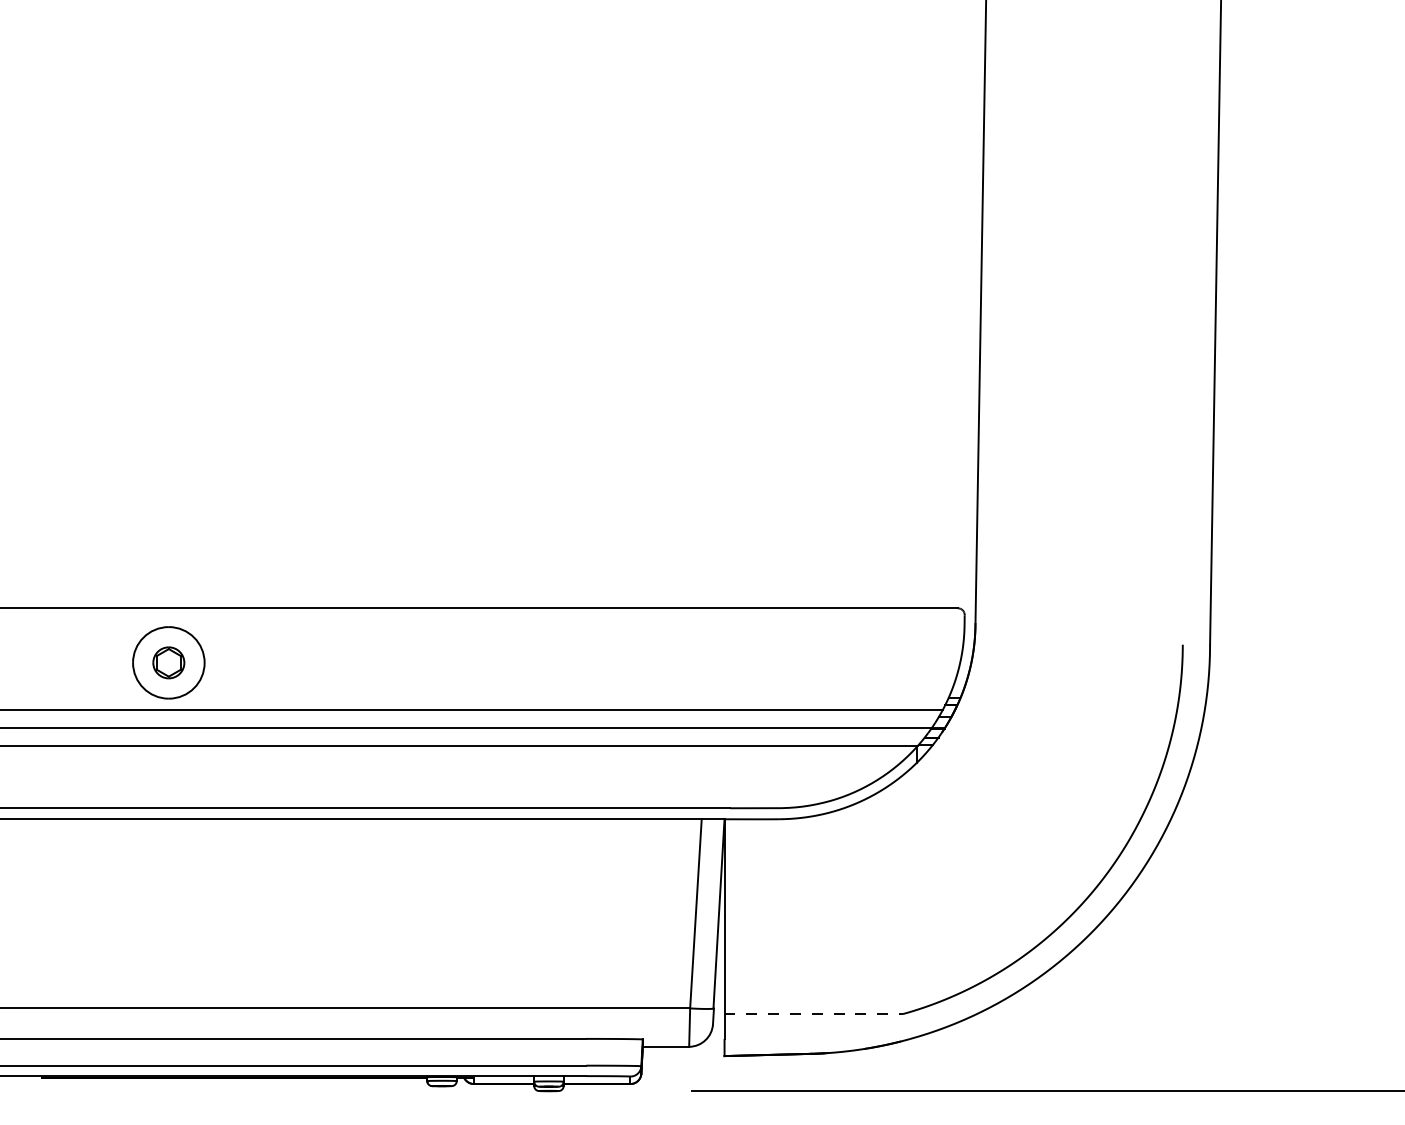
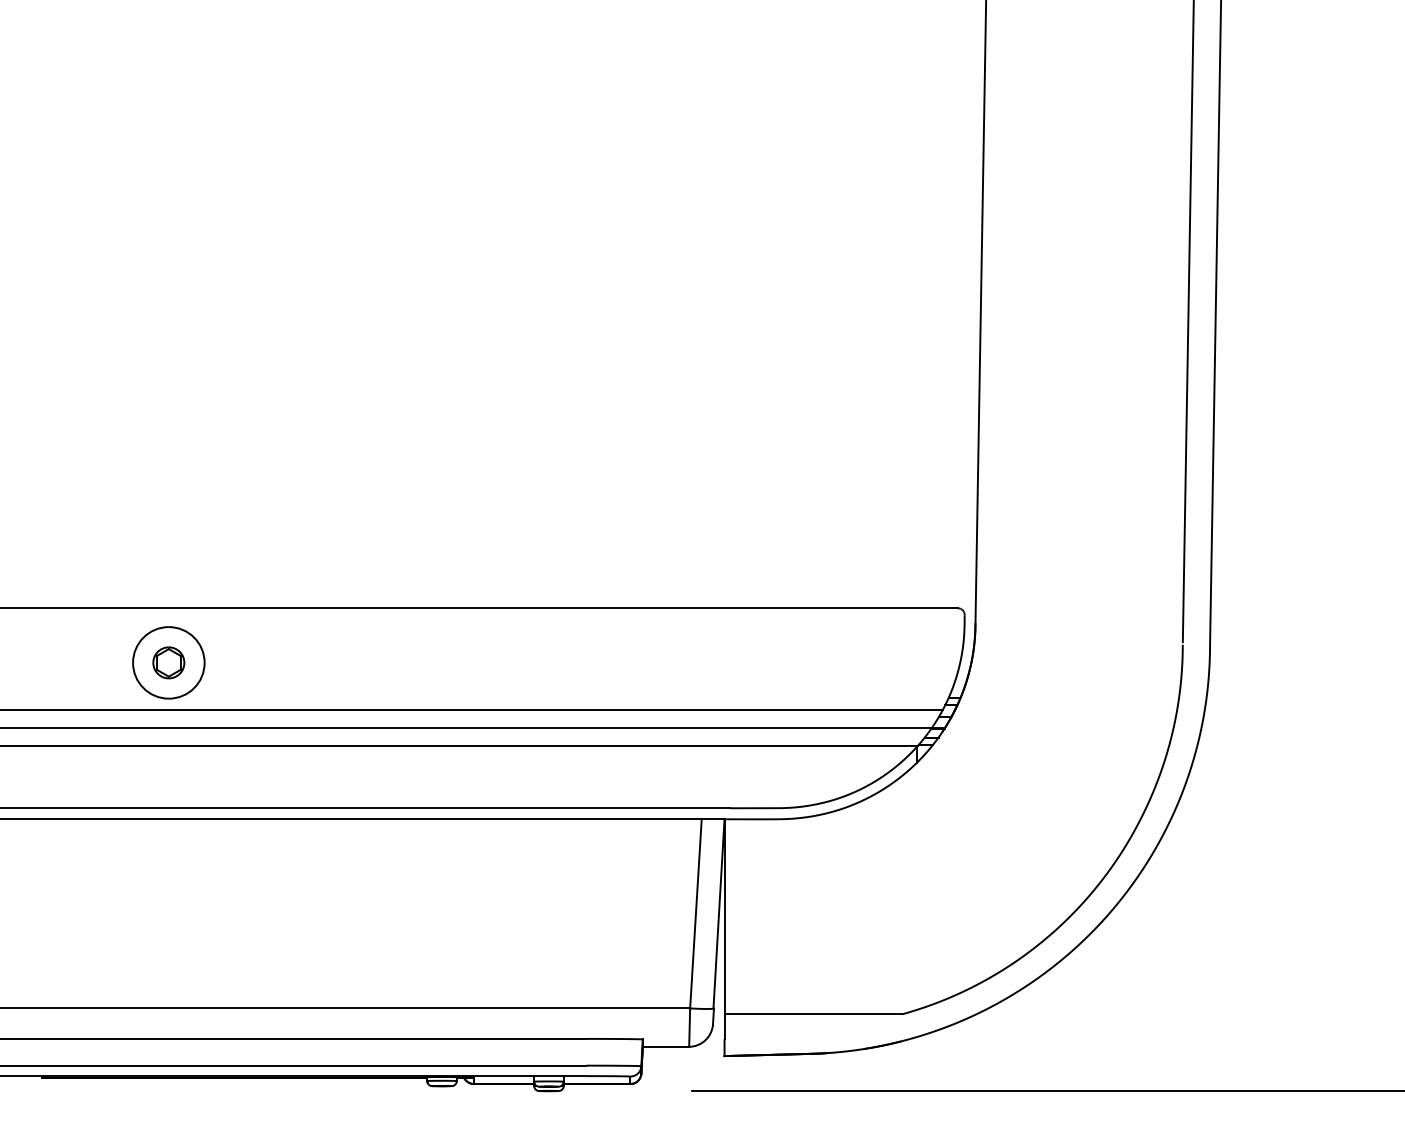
line at (1187, 322): none -> present
line at (814, 1014): dashed -> solid
